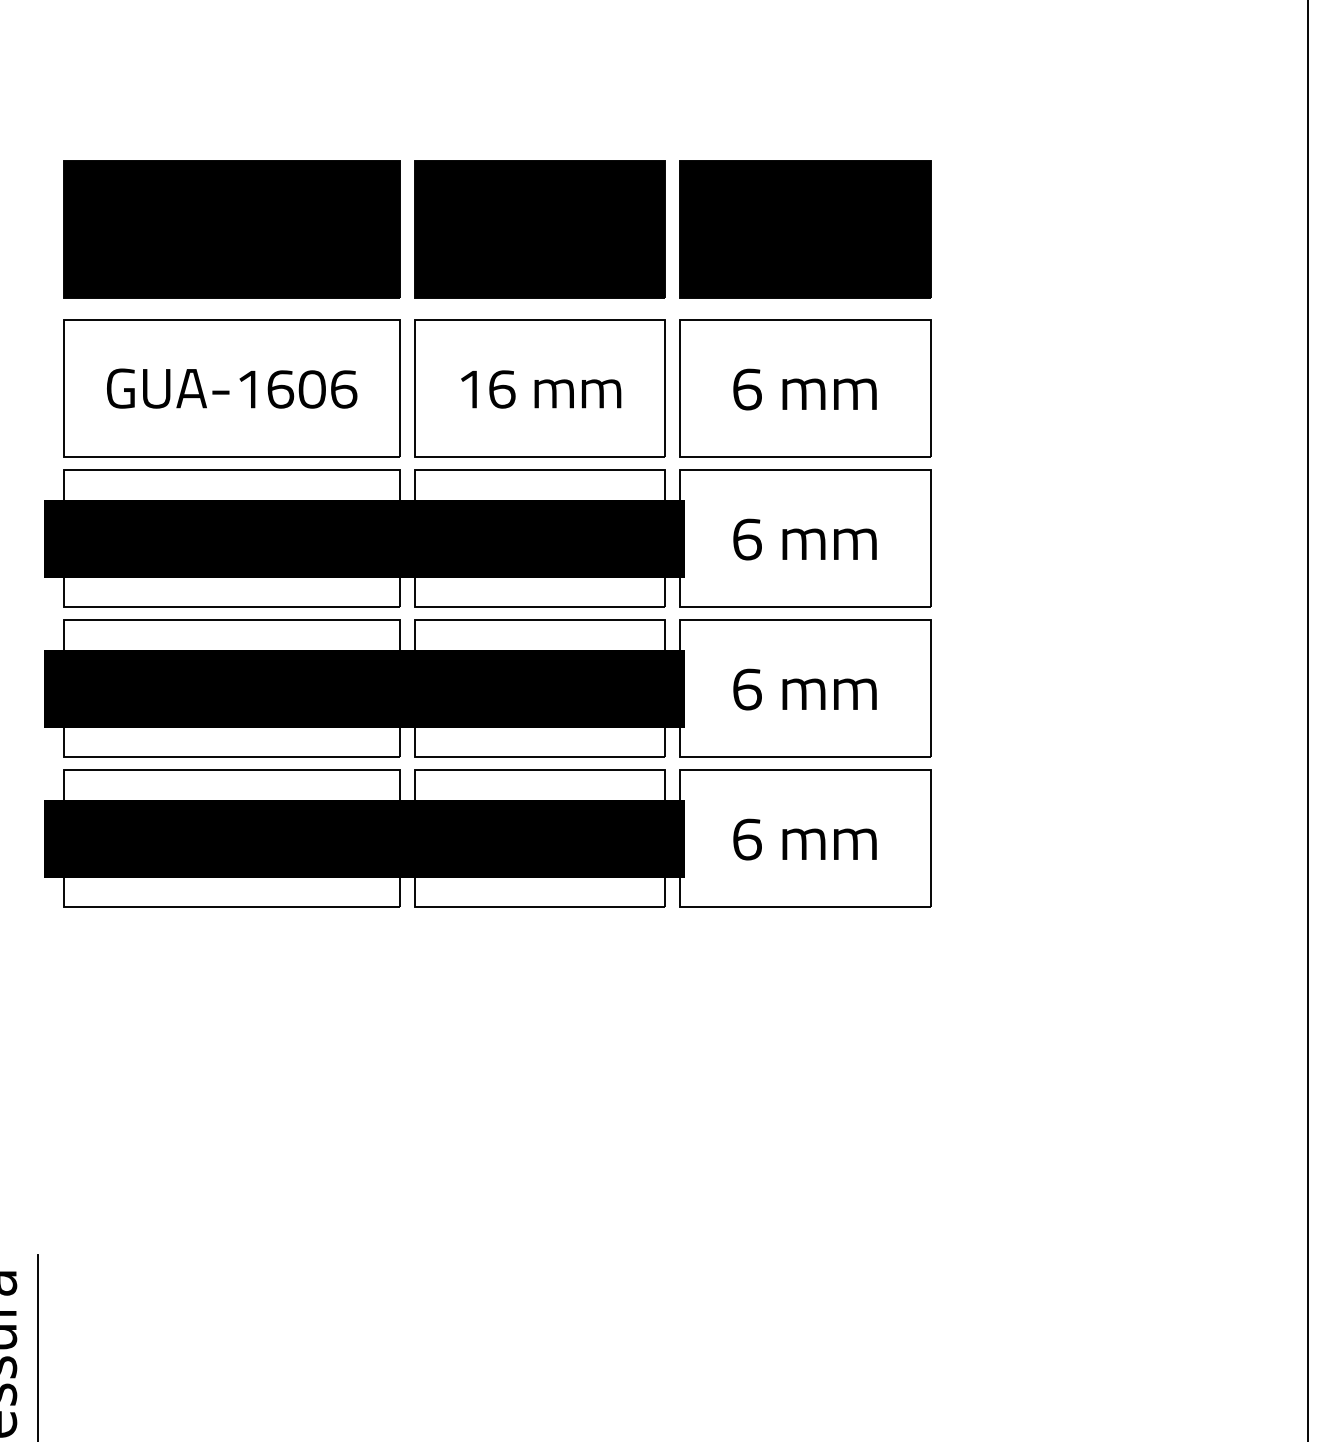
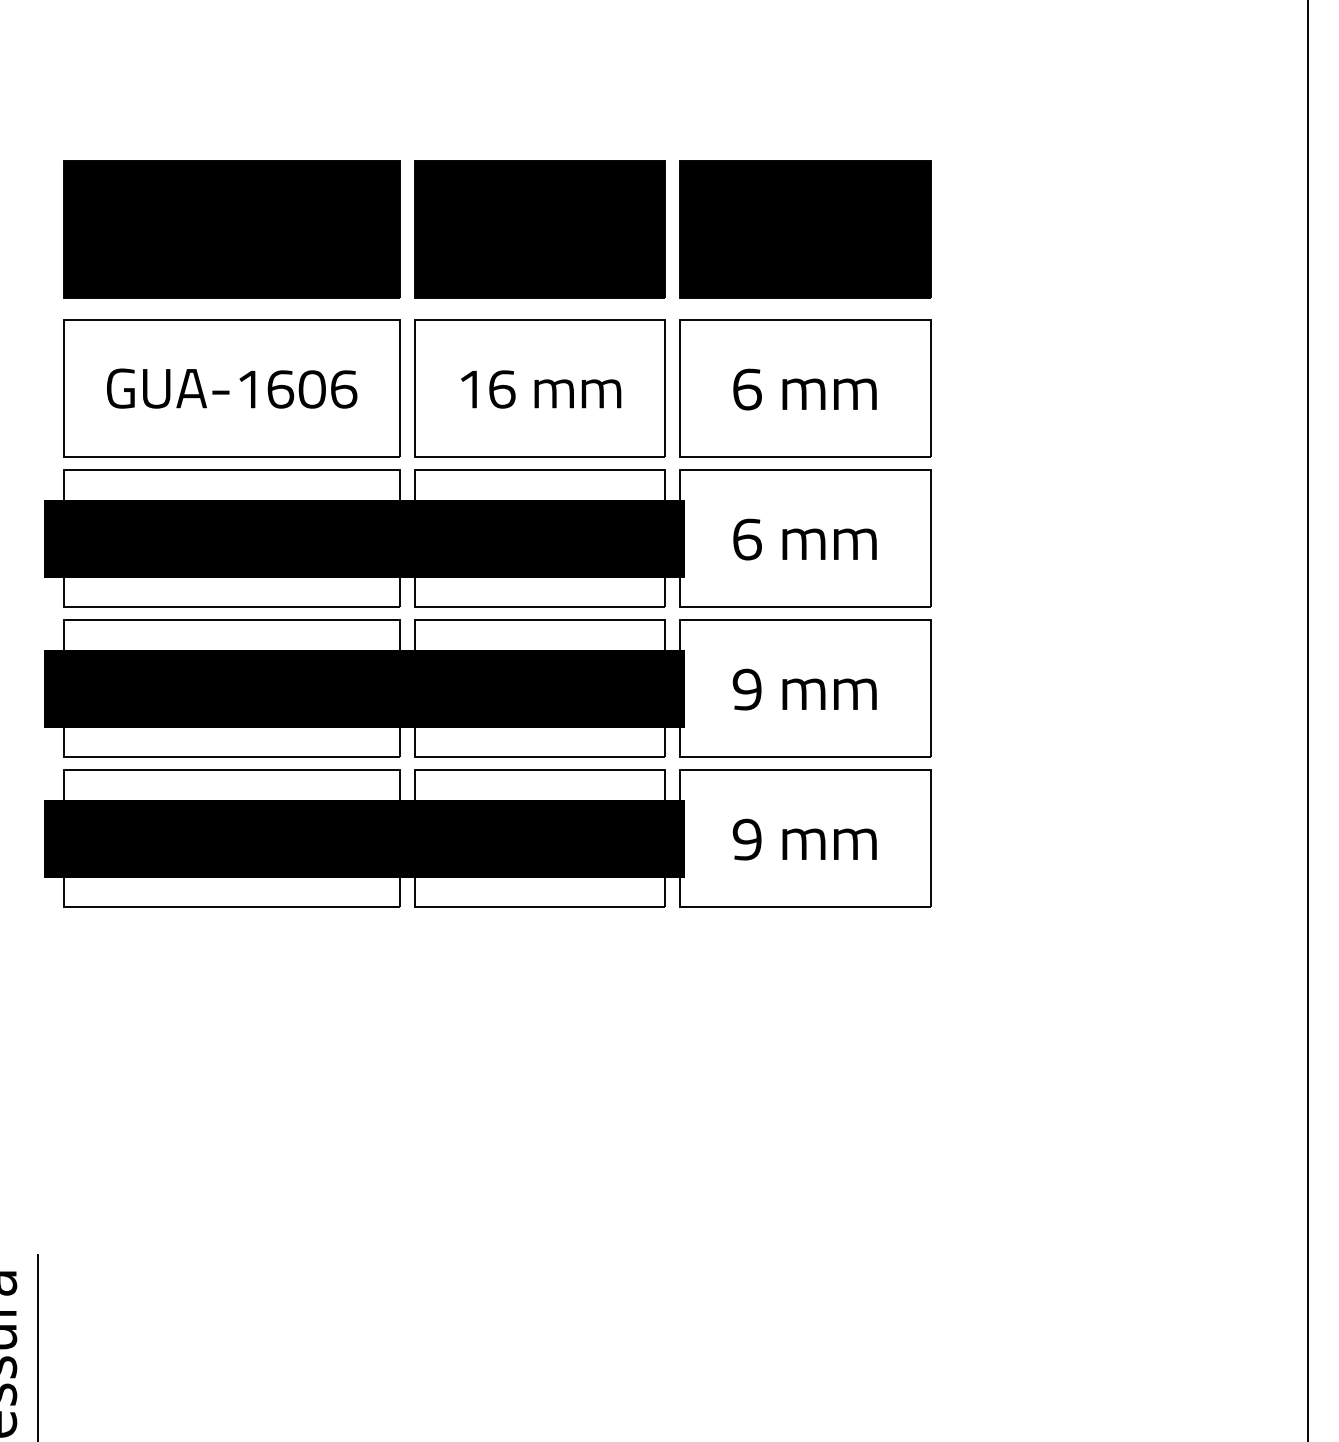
text at (746, 689): 6 -> 9
text at (746, 839): 6 -> 9
